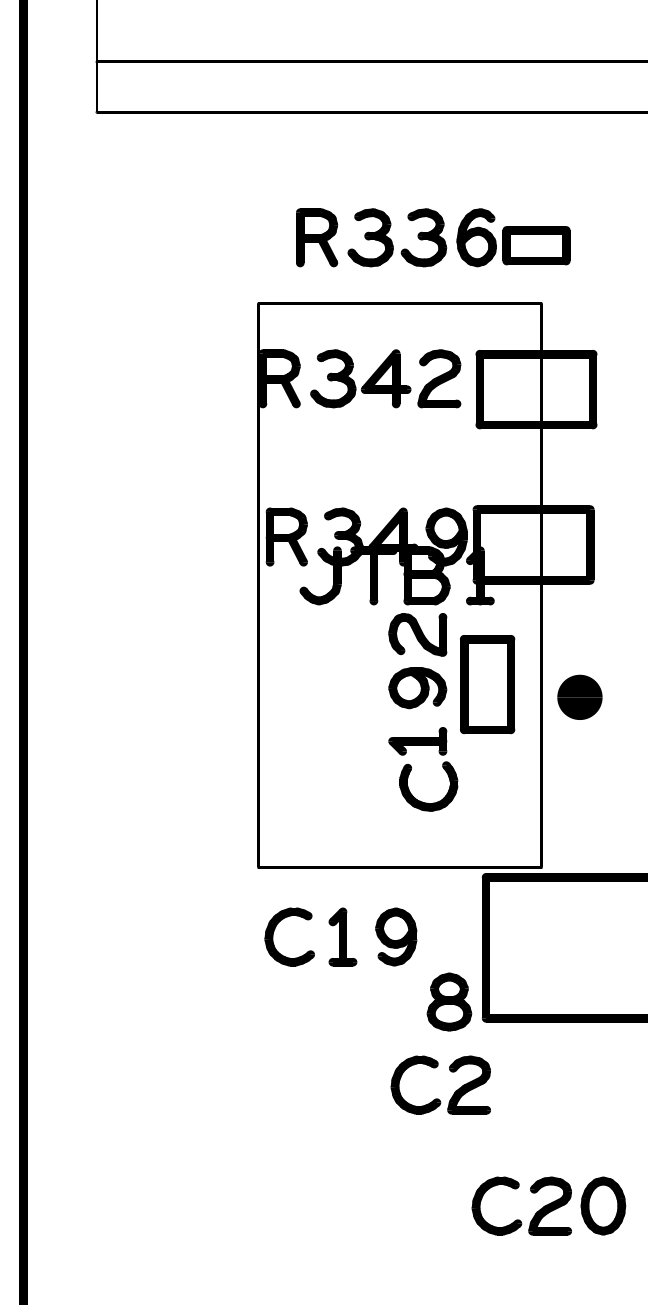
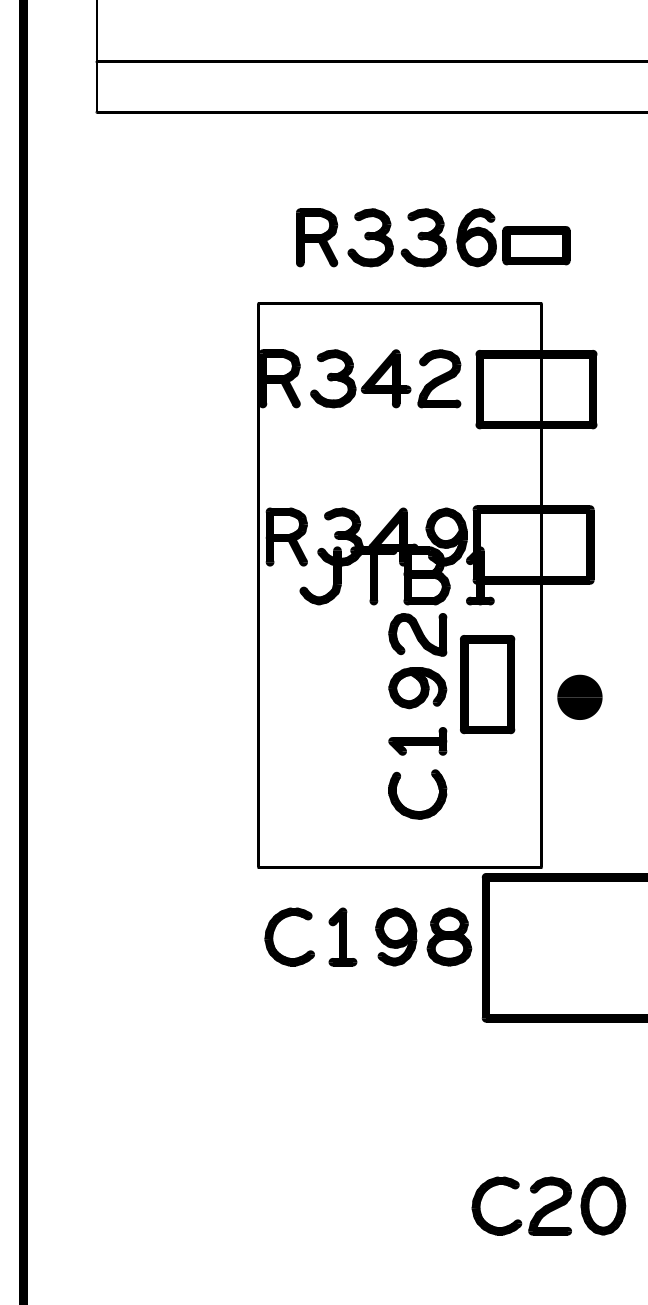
part at (427, 802) position: (427, 802) -> (416, 810)
part at (449, 1001) position: (449, 1001) -> (449, 936)
part at (438, 1098): present -> none
